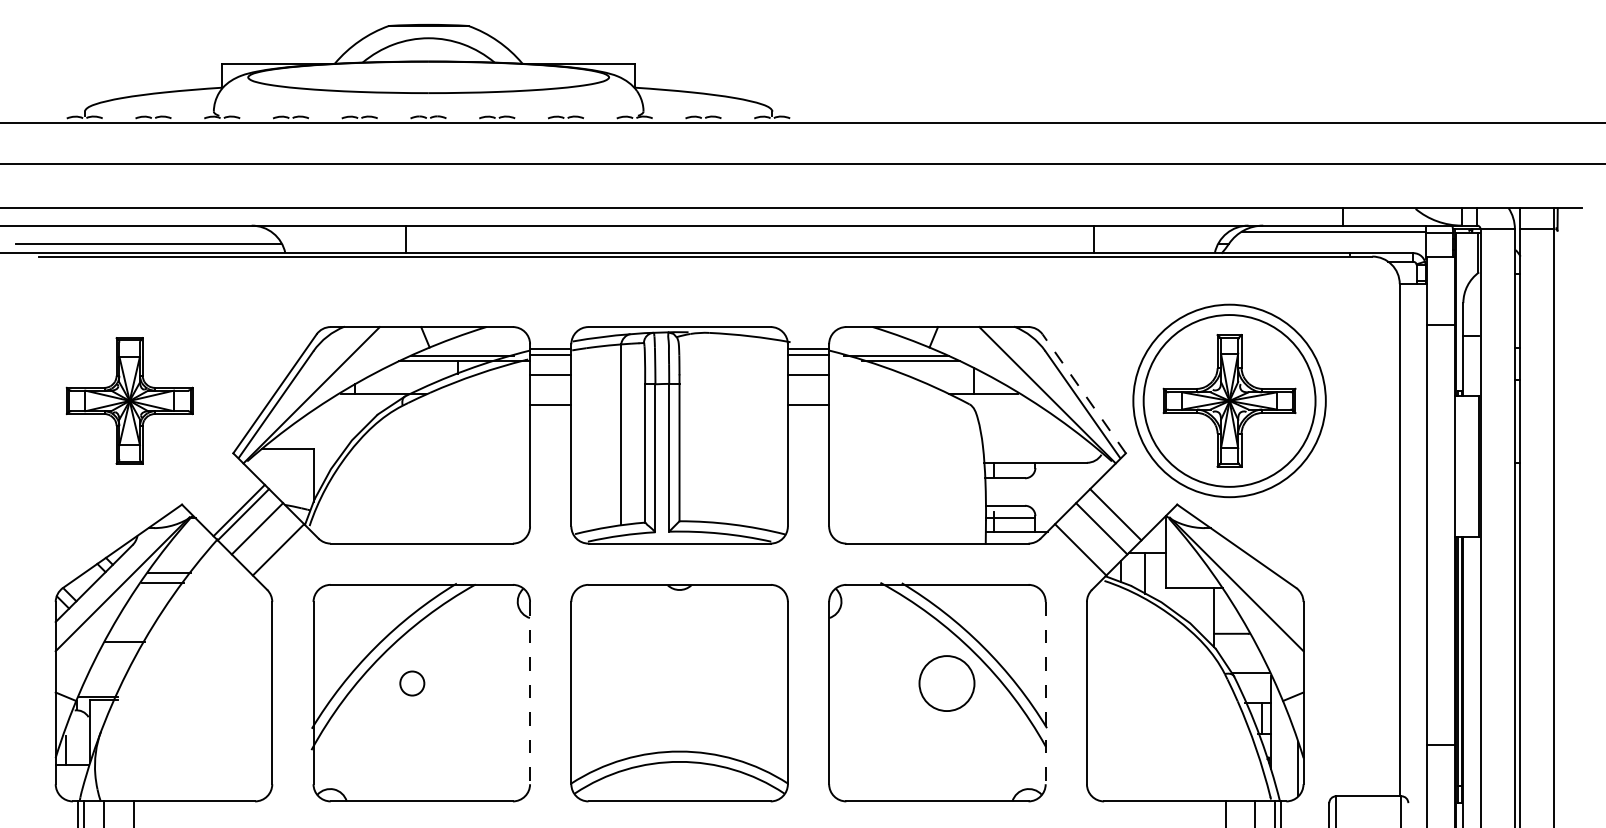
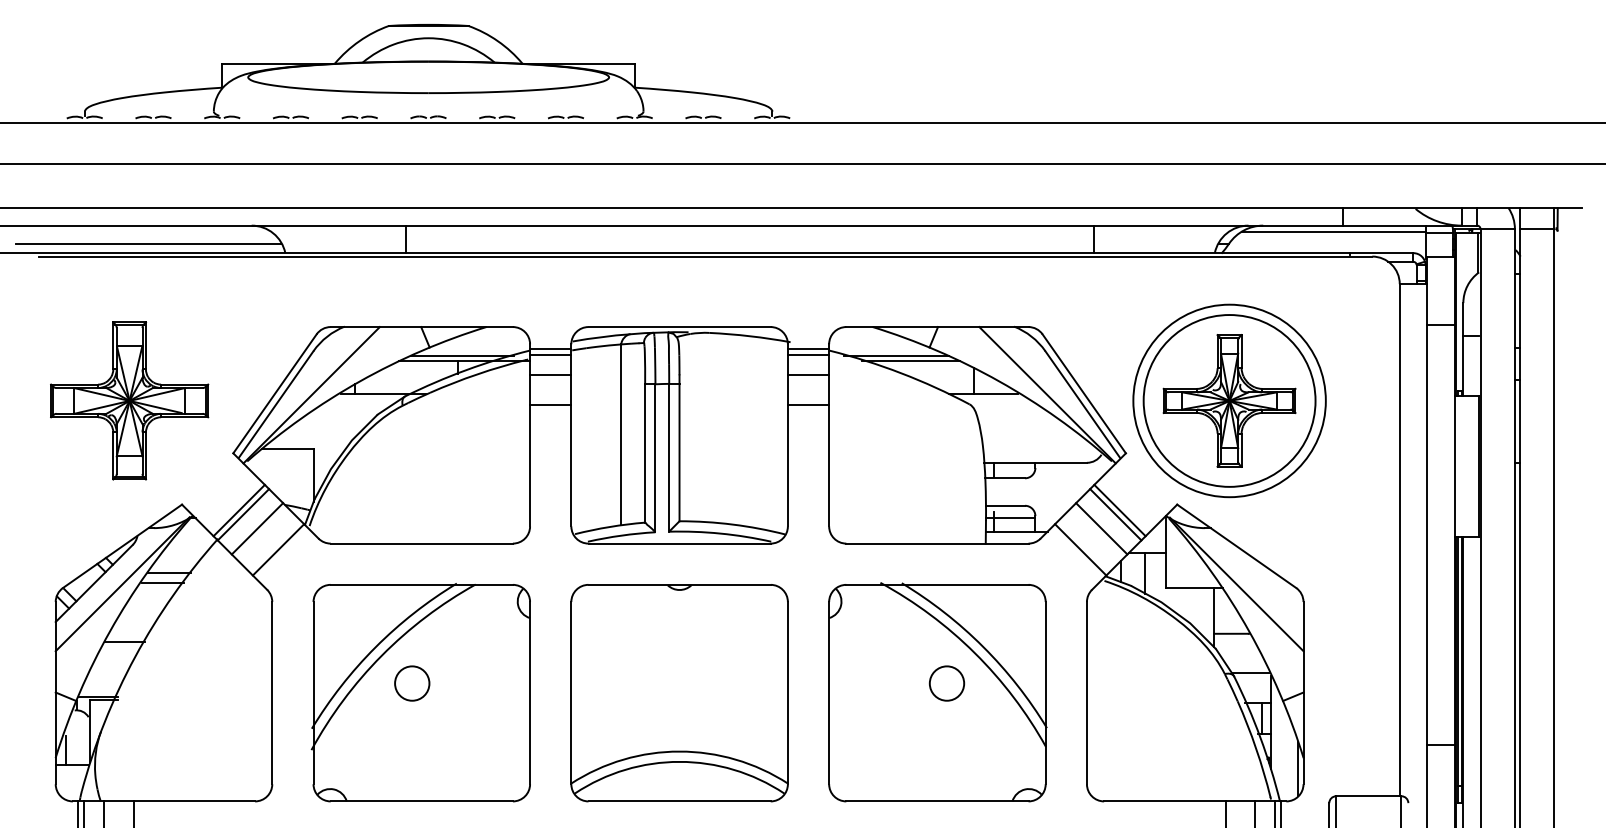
line at (1084, 393): dashed -> solid
part at (129, 400) size: 129x128 px -> 160x160 px
line at (1119, 510): none -> present
circle at (412, 683) size: 27x27 px -> 37x37 px
circle at (946, 683) diameter: 55 px -> 34 px
line at (530, 693): dashed -> solid
line at (1045, 693): dashed -> solid
